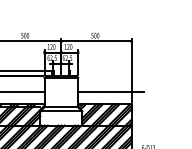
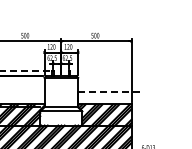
line at (24, 70): solid -> dashed
line at (23, 91): present -> none
line at (110, 91): solid -> dashed
